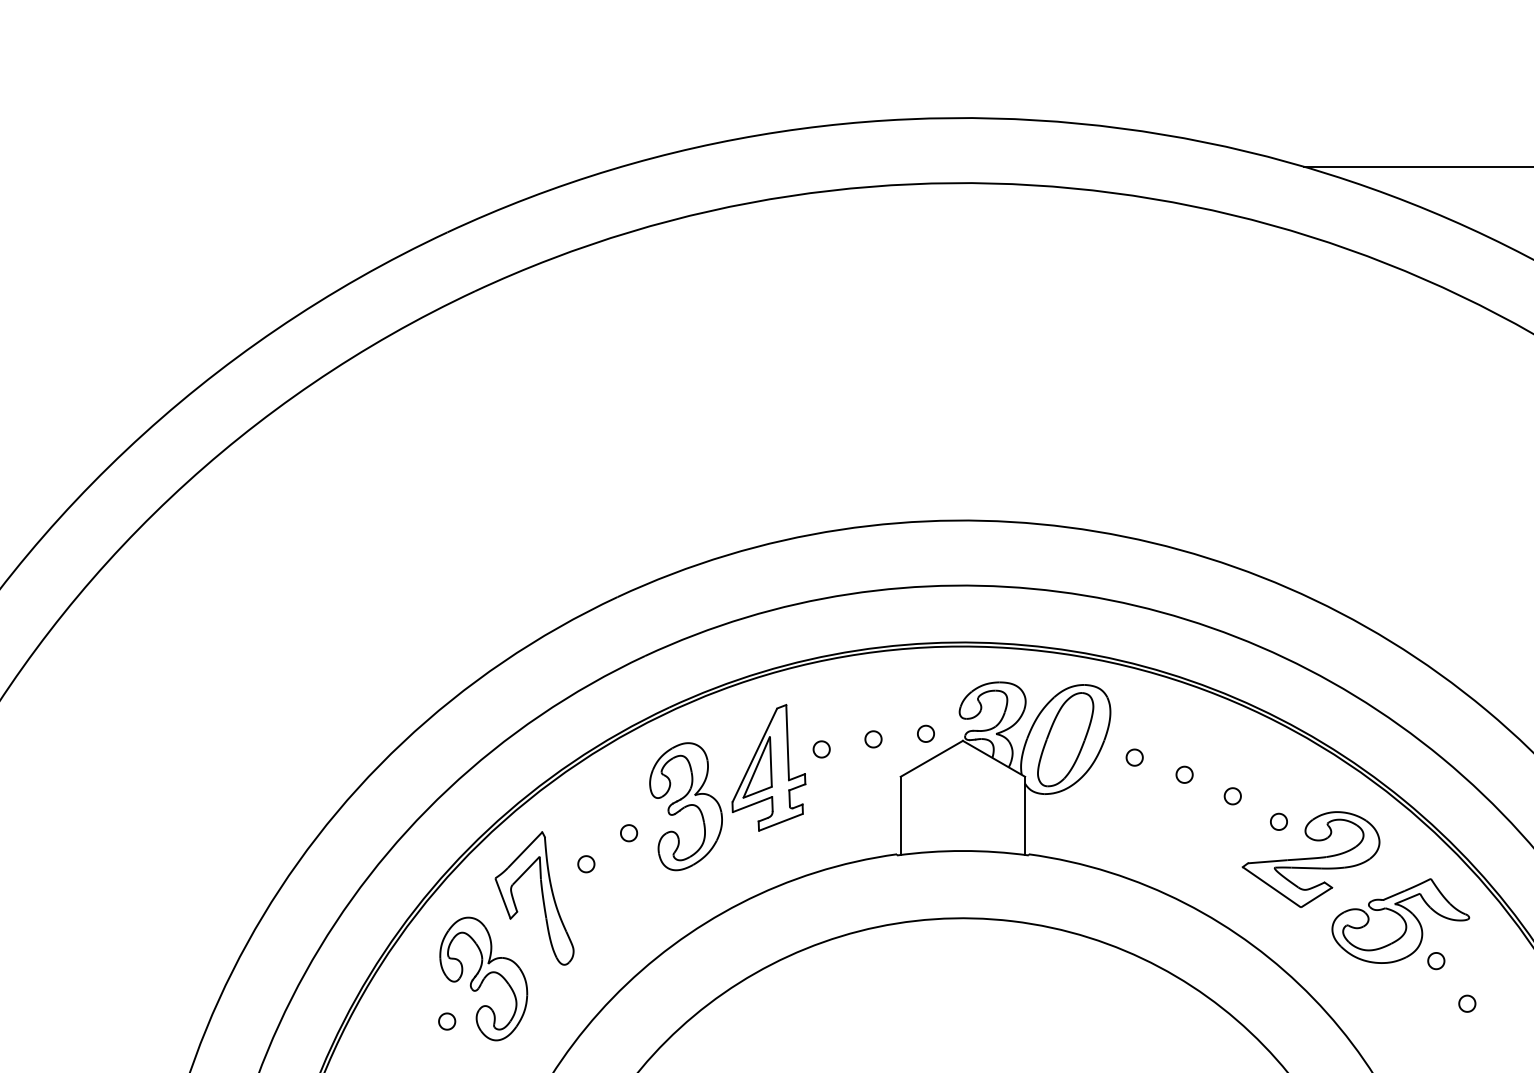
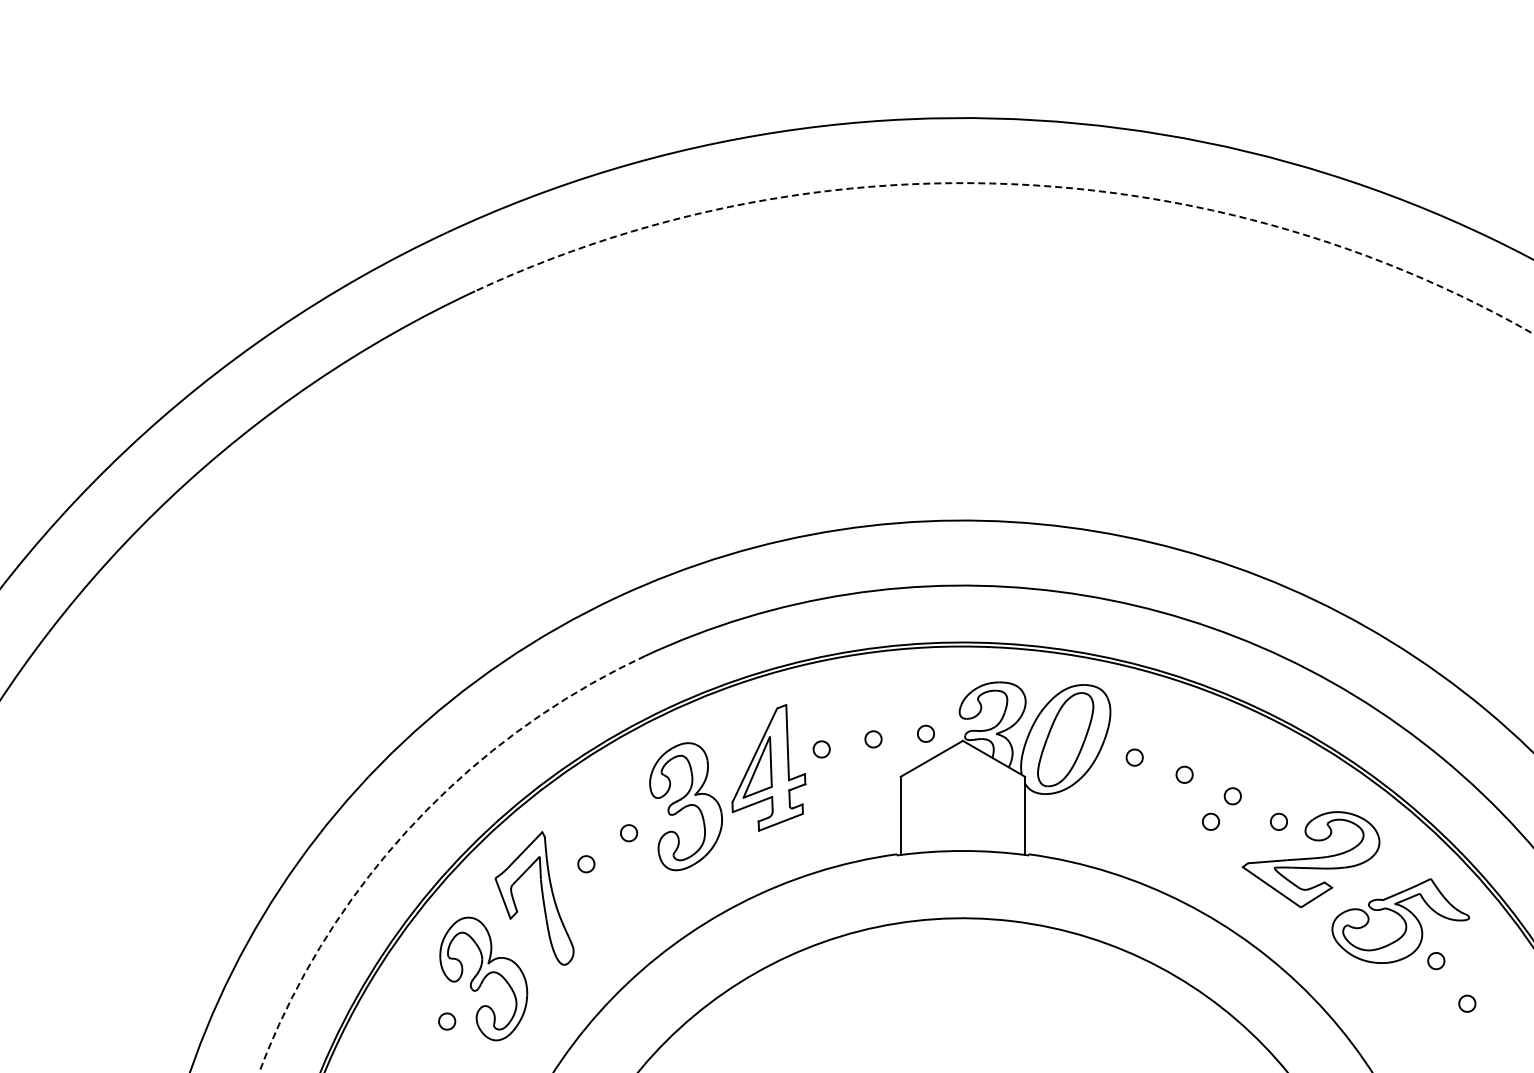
line at (1417, 166): present -> none
arc at (1012, 184): solid -> dashed
part at (1210, 821): none -> present
arc at (410, 827): solid -> dashed
